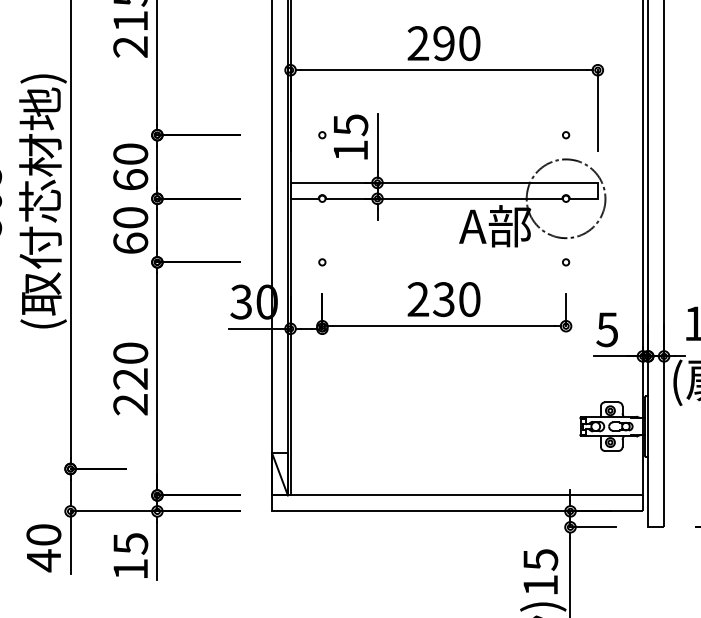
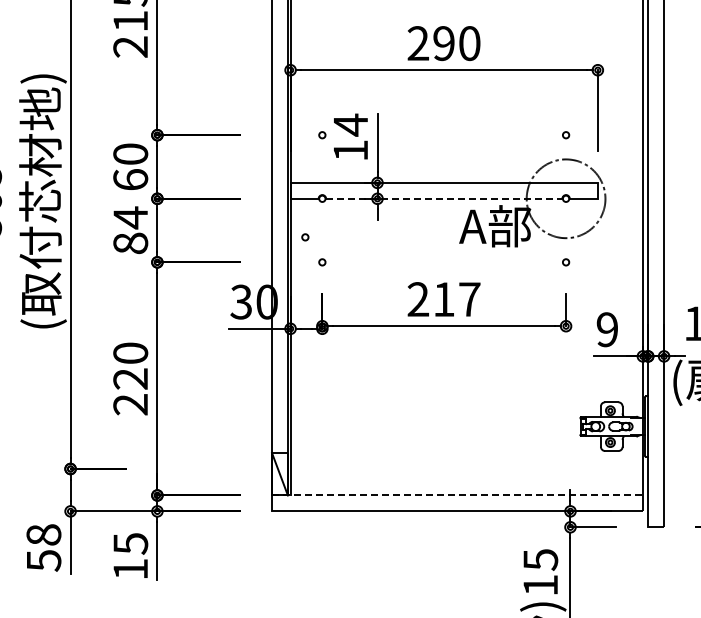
text at (351, 124): 15 -> 14
line at (444, 198): solid -> dashed
text at (130, 230): 60 -> 84
circle at (305, 237): none -> present
text at (456, 299): 230 -> 217
text at (606, 329): 5 -> 9
line at (457, 495): solid -> dashed
text at (43, 548): 40 -> 58
